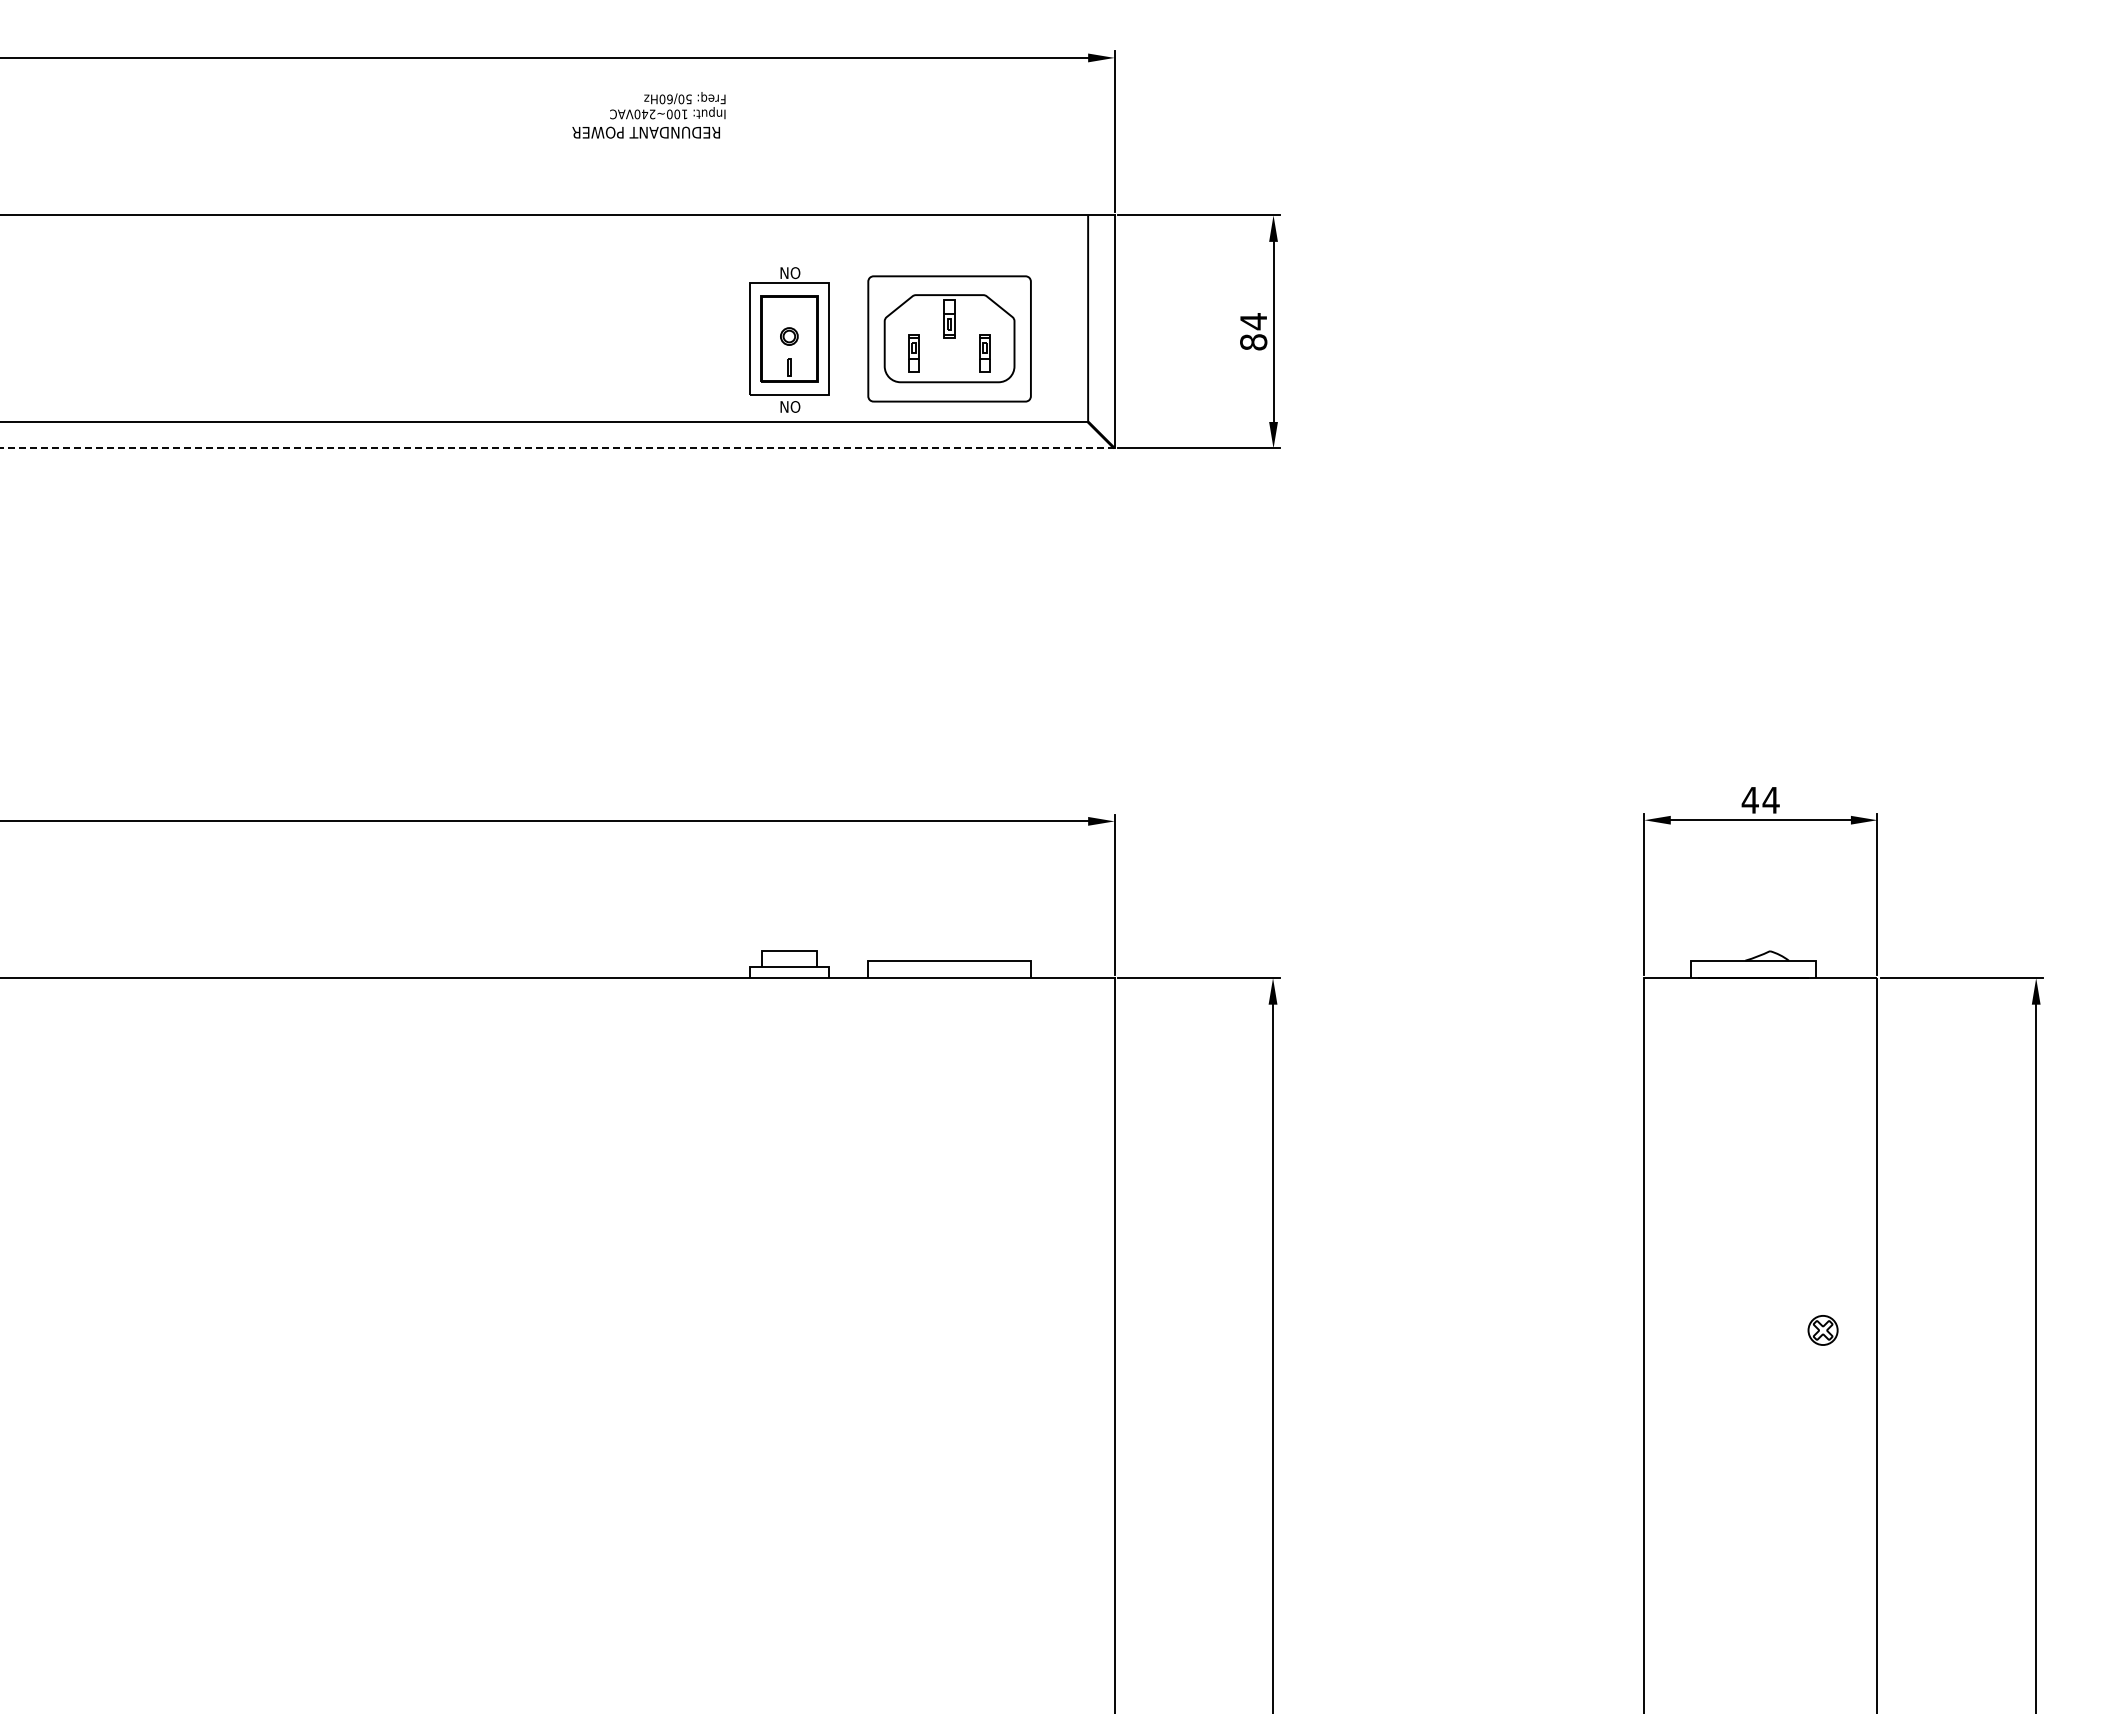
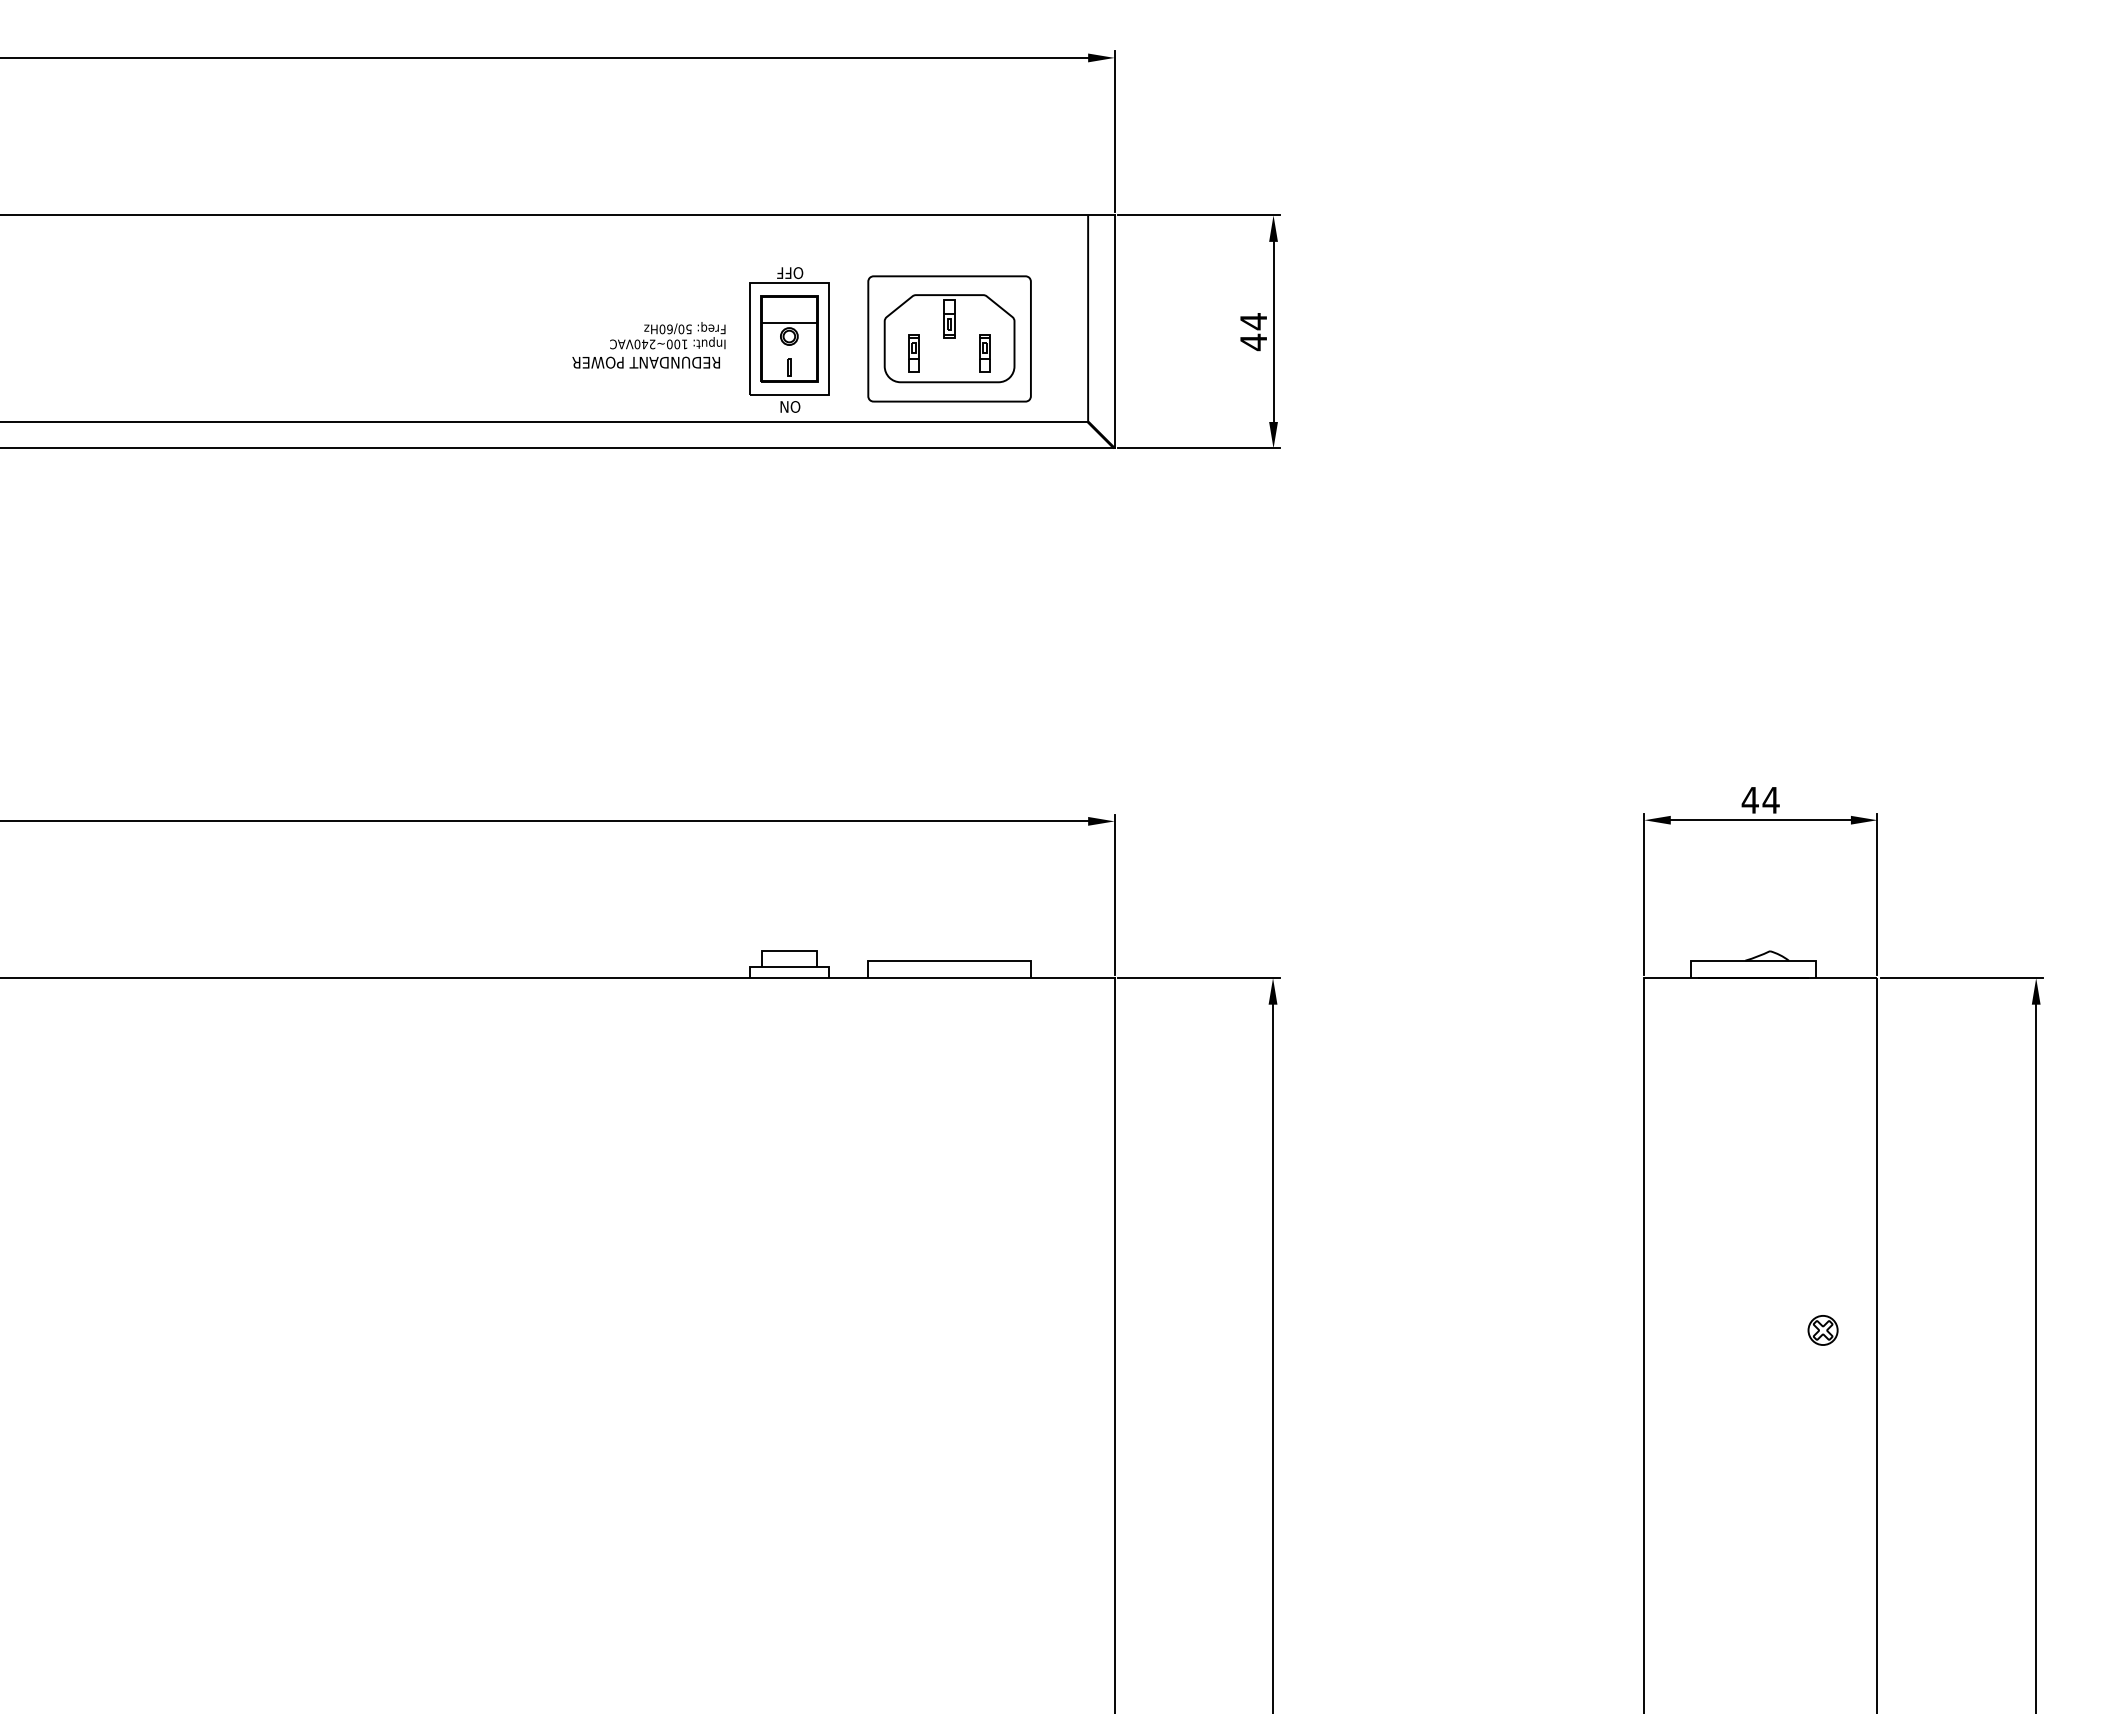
text at (648, 115) position: (648, 115) -> (648, 345)
text at (790, 273): ON -> OFF
line at (789, 322): none -> present
text at (1253, 342): 84 -> 44
line at (557, 448): dashed -> solid
